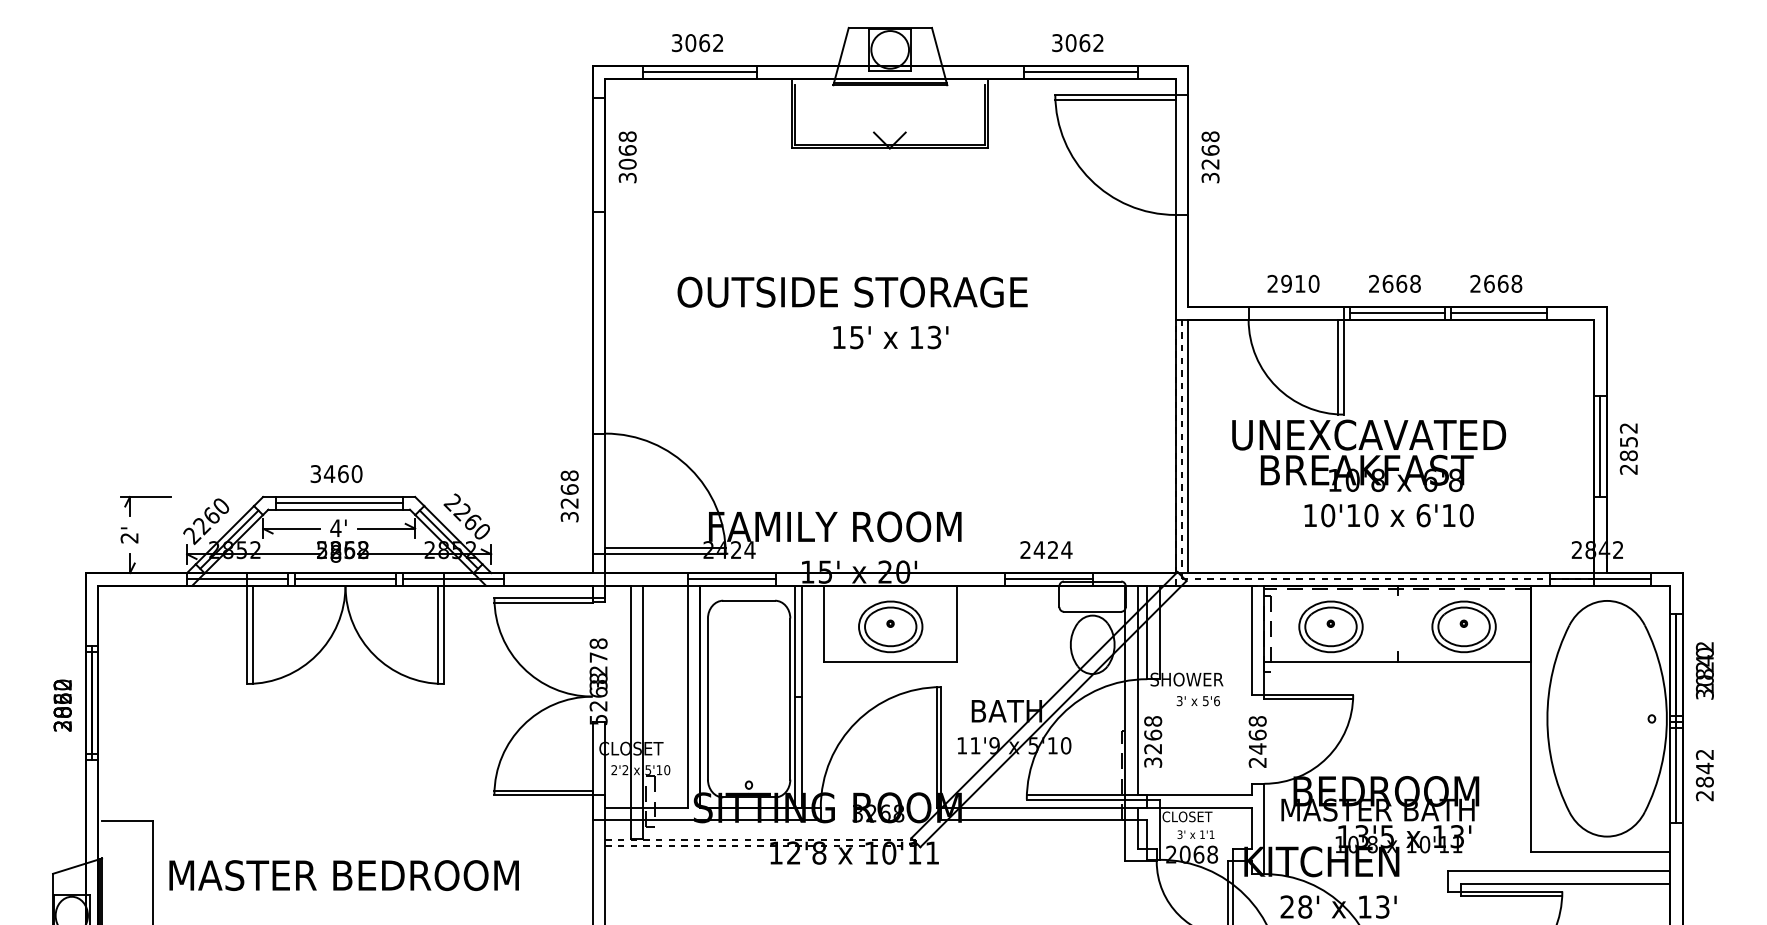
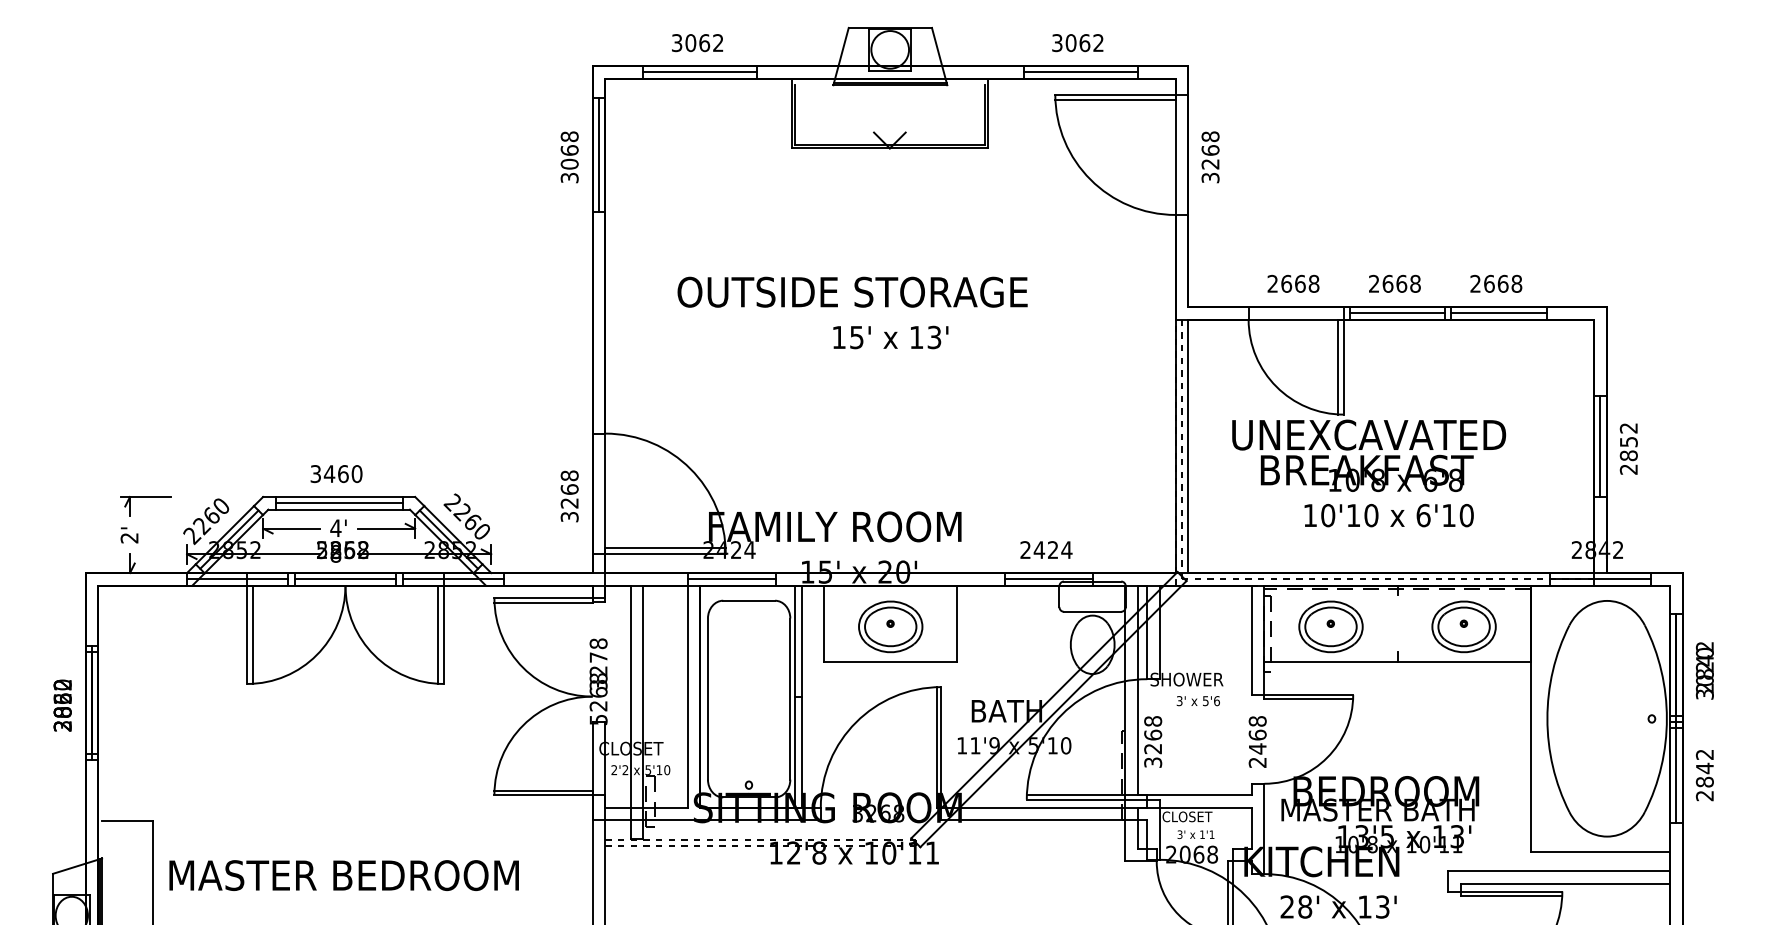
line at (599, 154): none -> present
text at (627, 157) position: (627, 157) -> (569, 157)
text at (1300, 283): 2910 -> 2668
